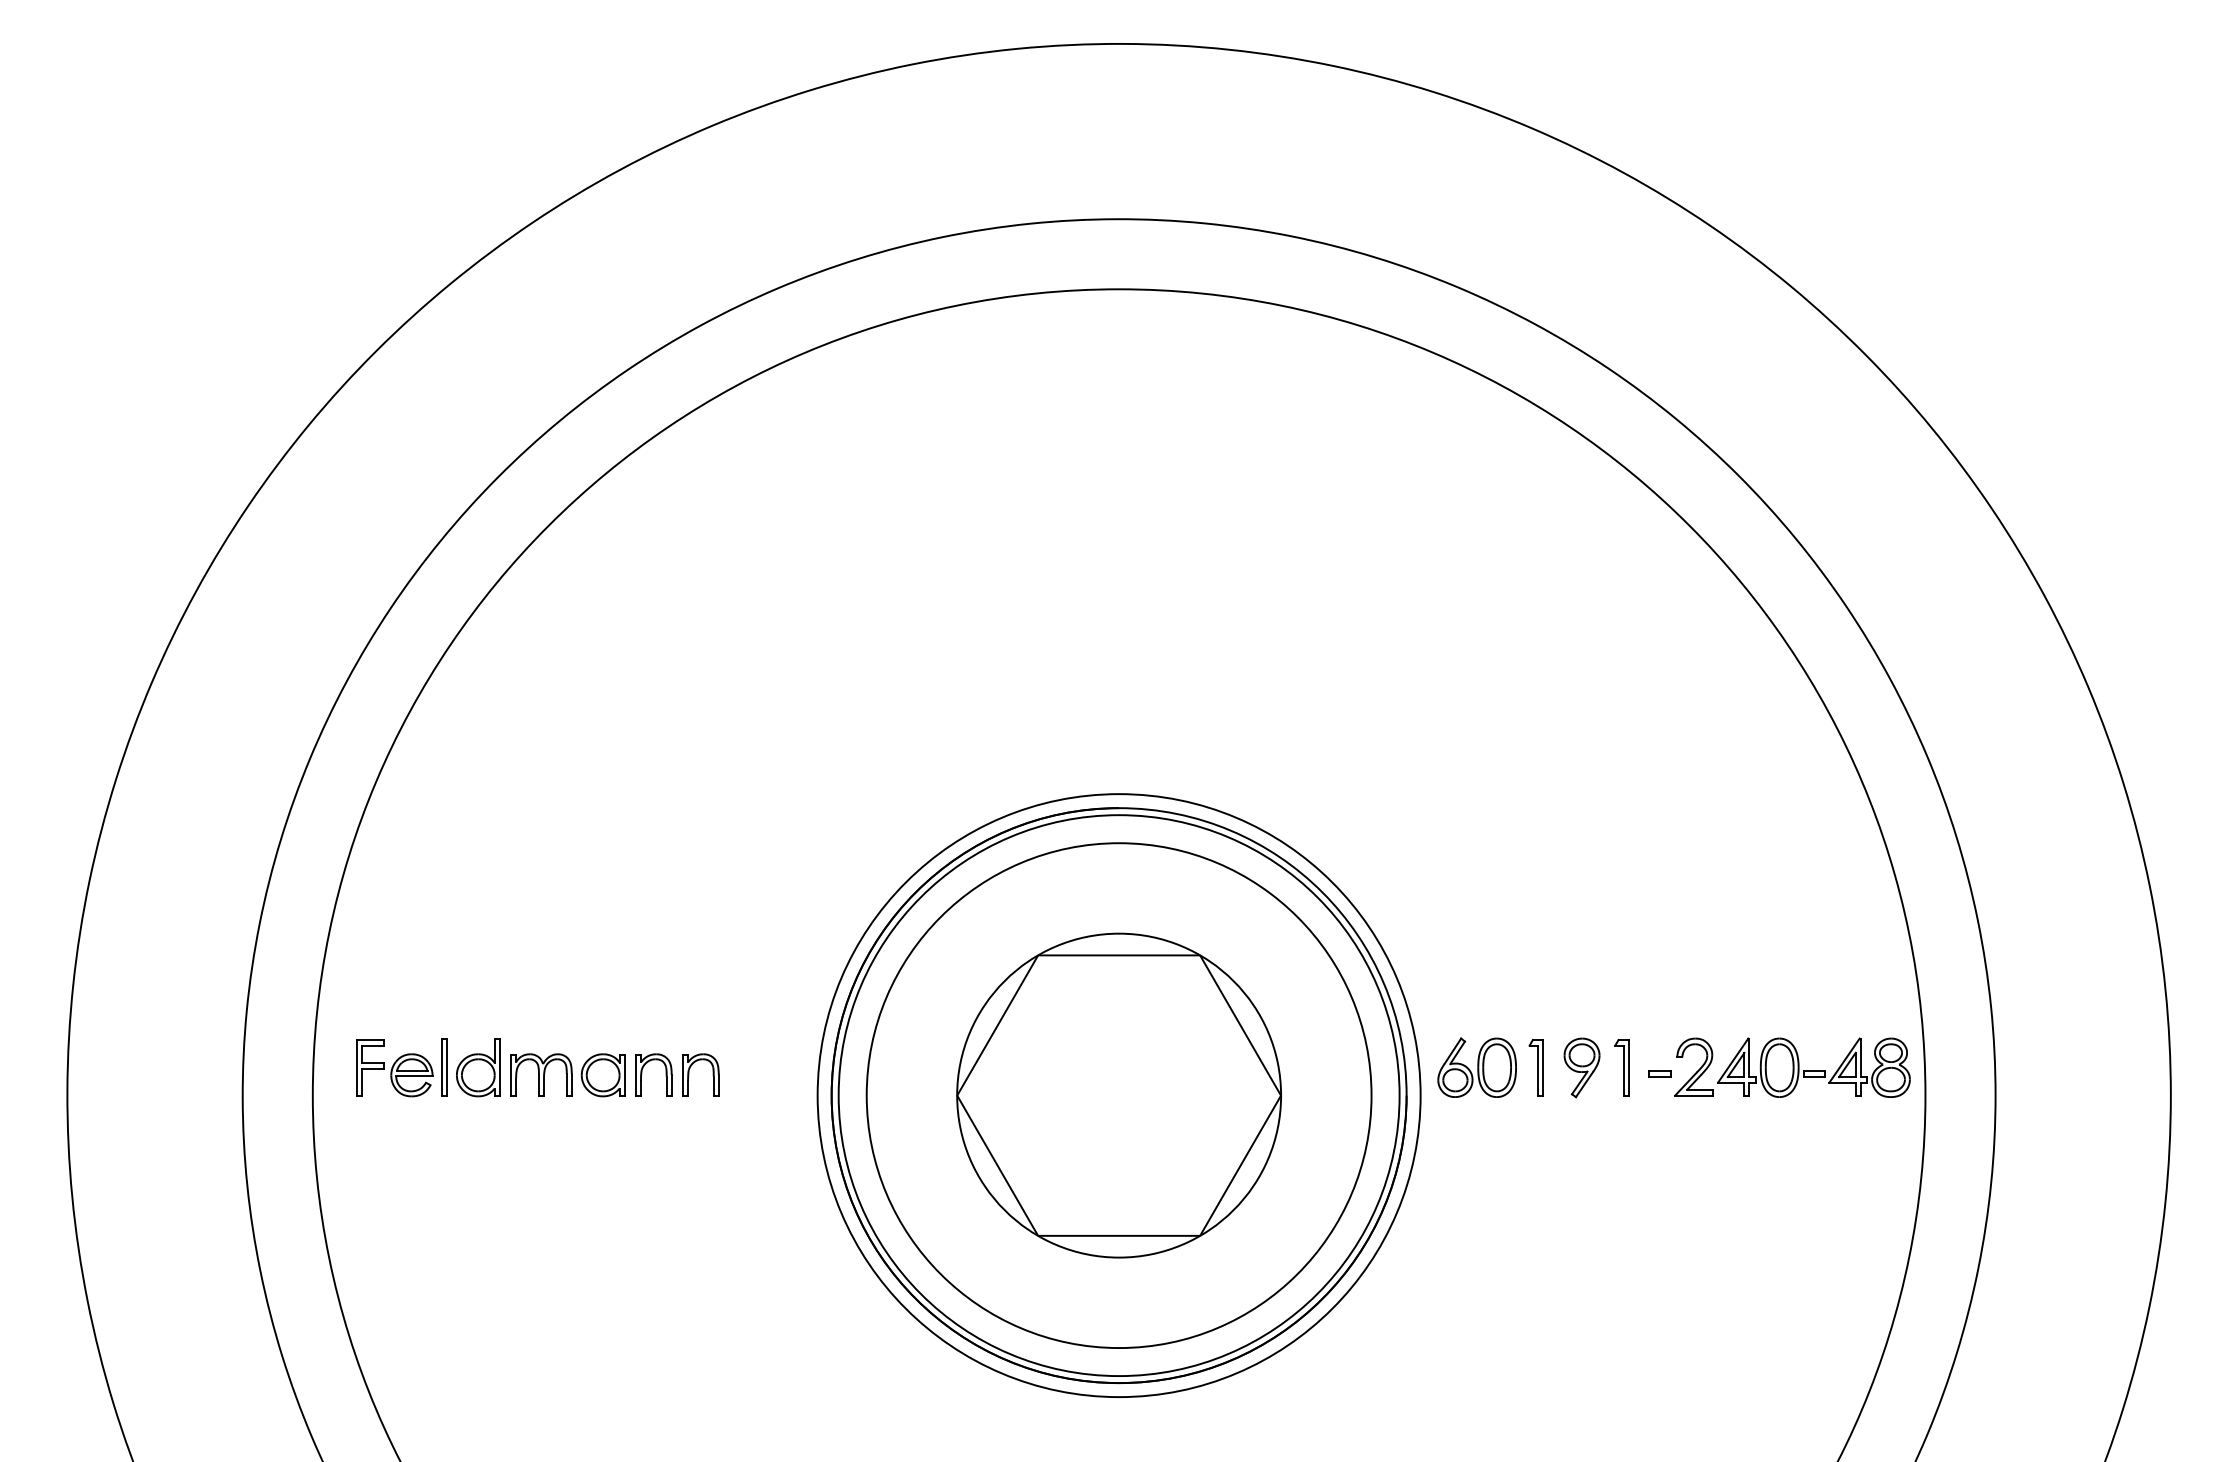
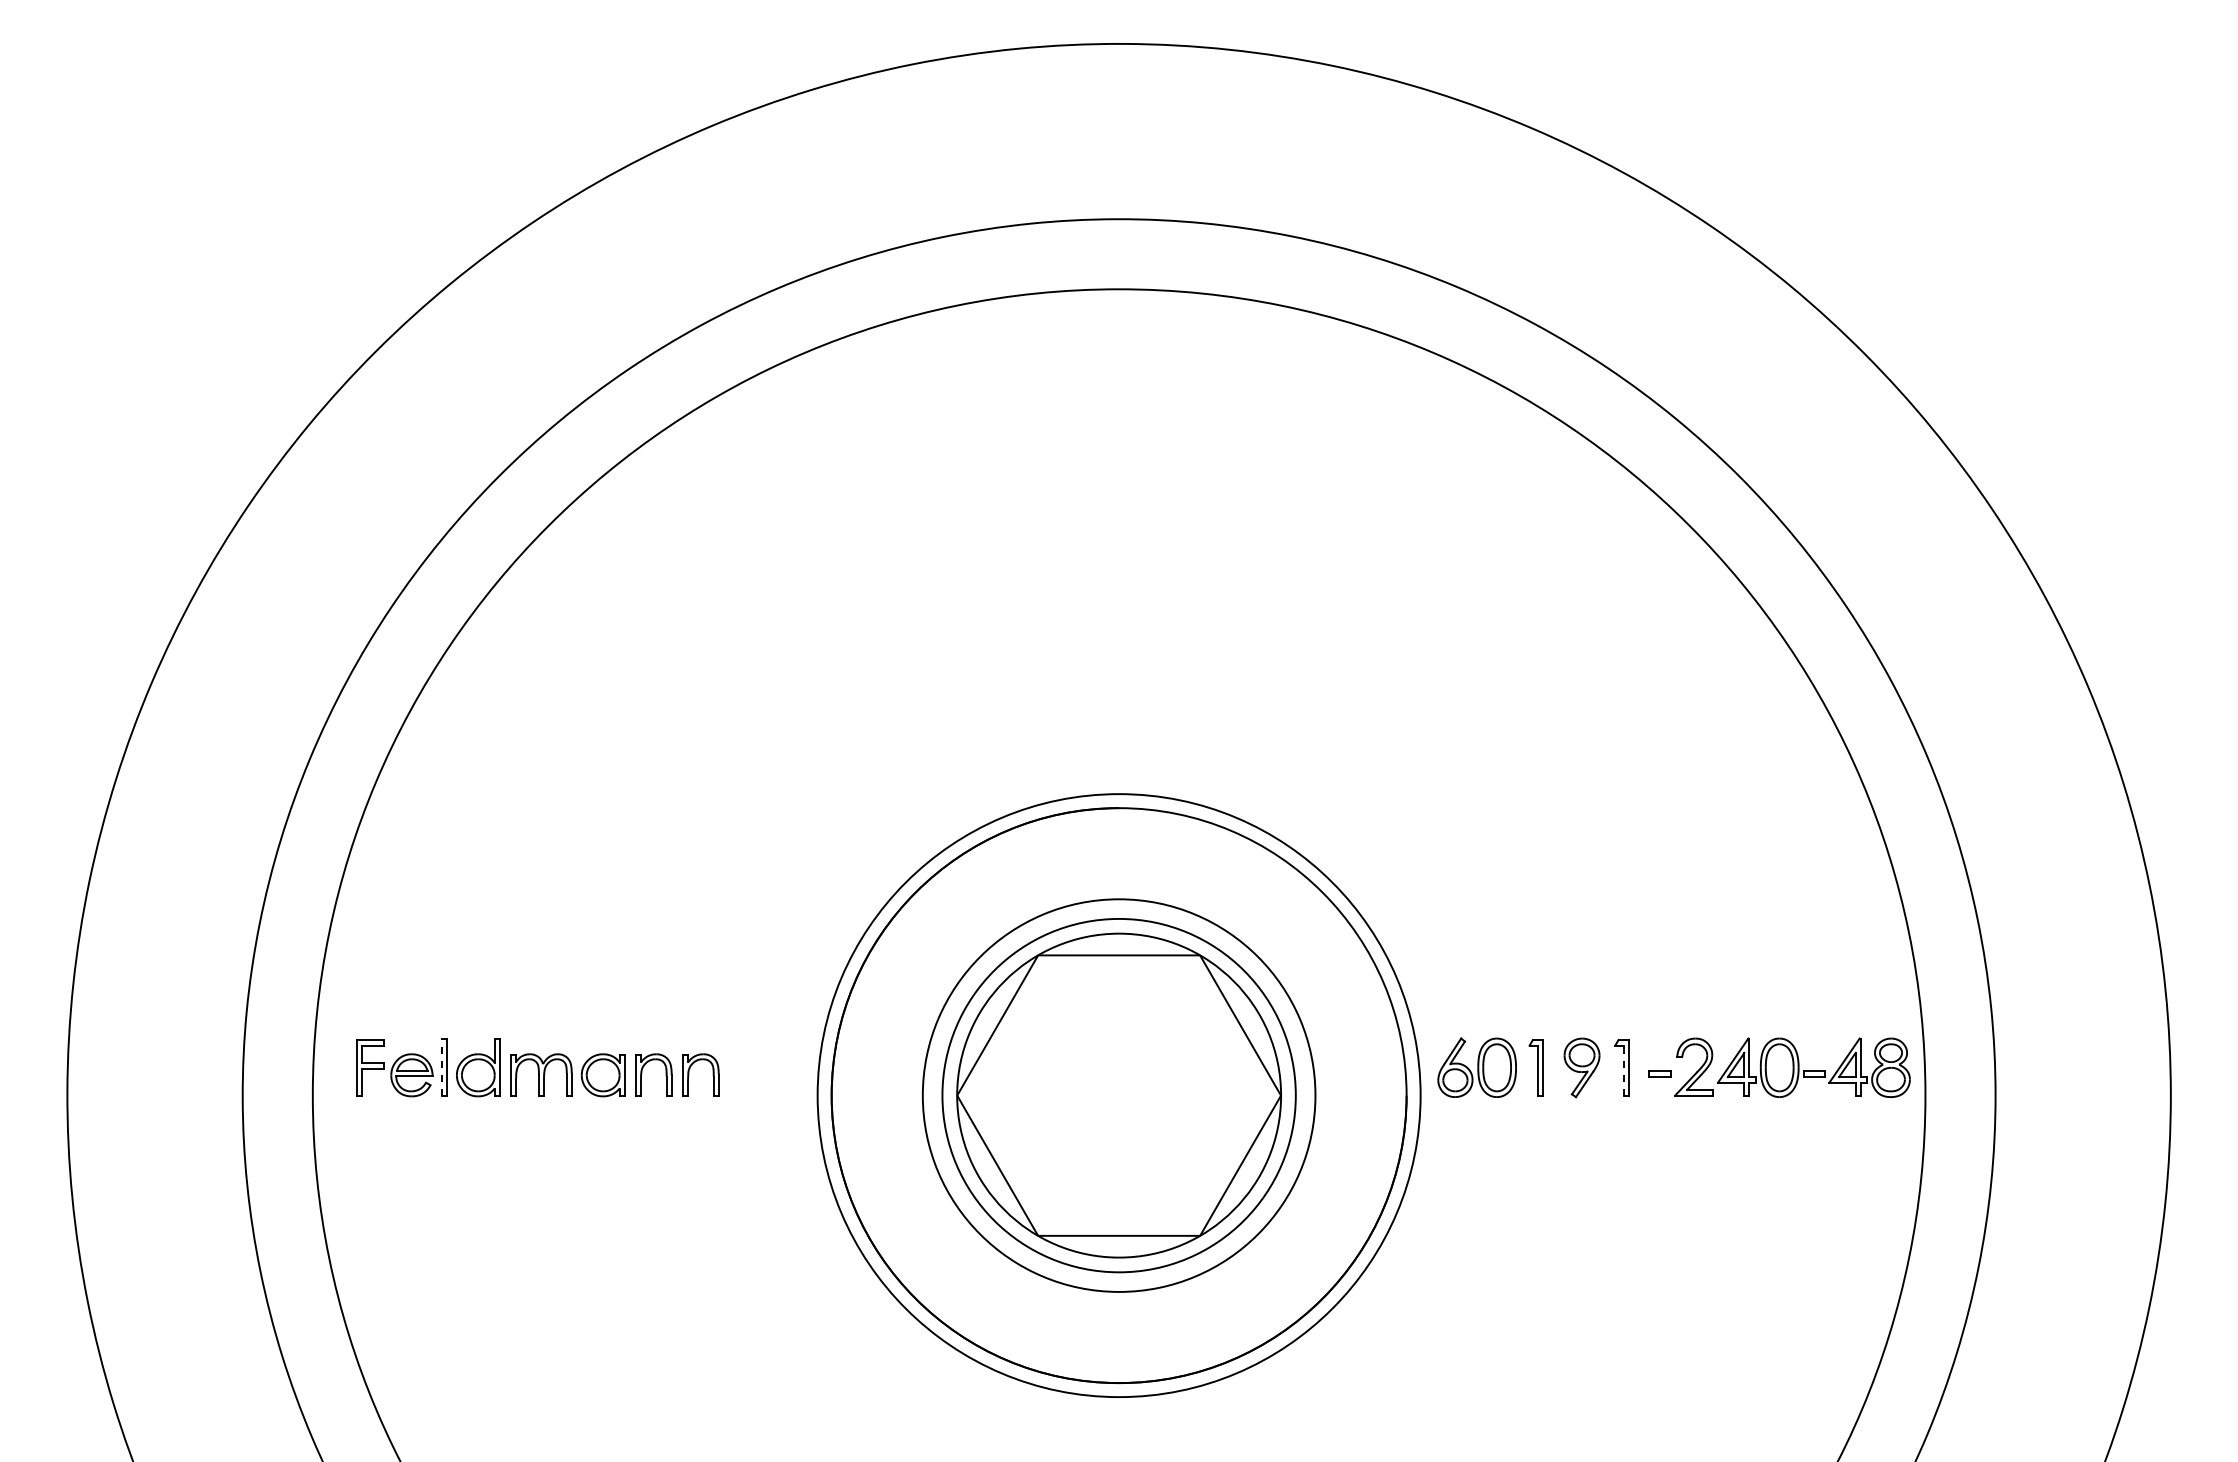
line at (441, 1067): solid -> dashed
line at (1623, 1070): solid -> dashed
circle at (1118, 1095) diameter: 505 px -> 353 px
circle at (1118, 1095) diameter: 561 px -> 393 px
